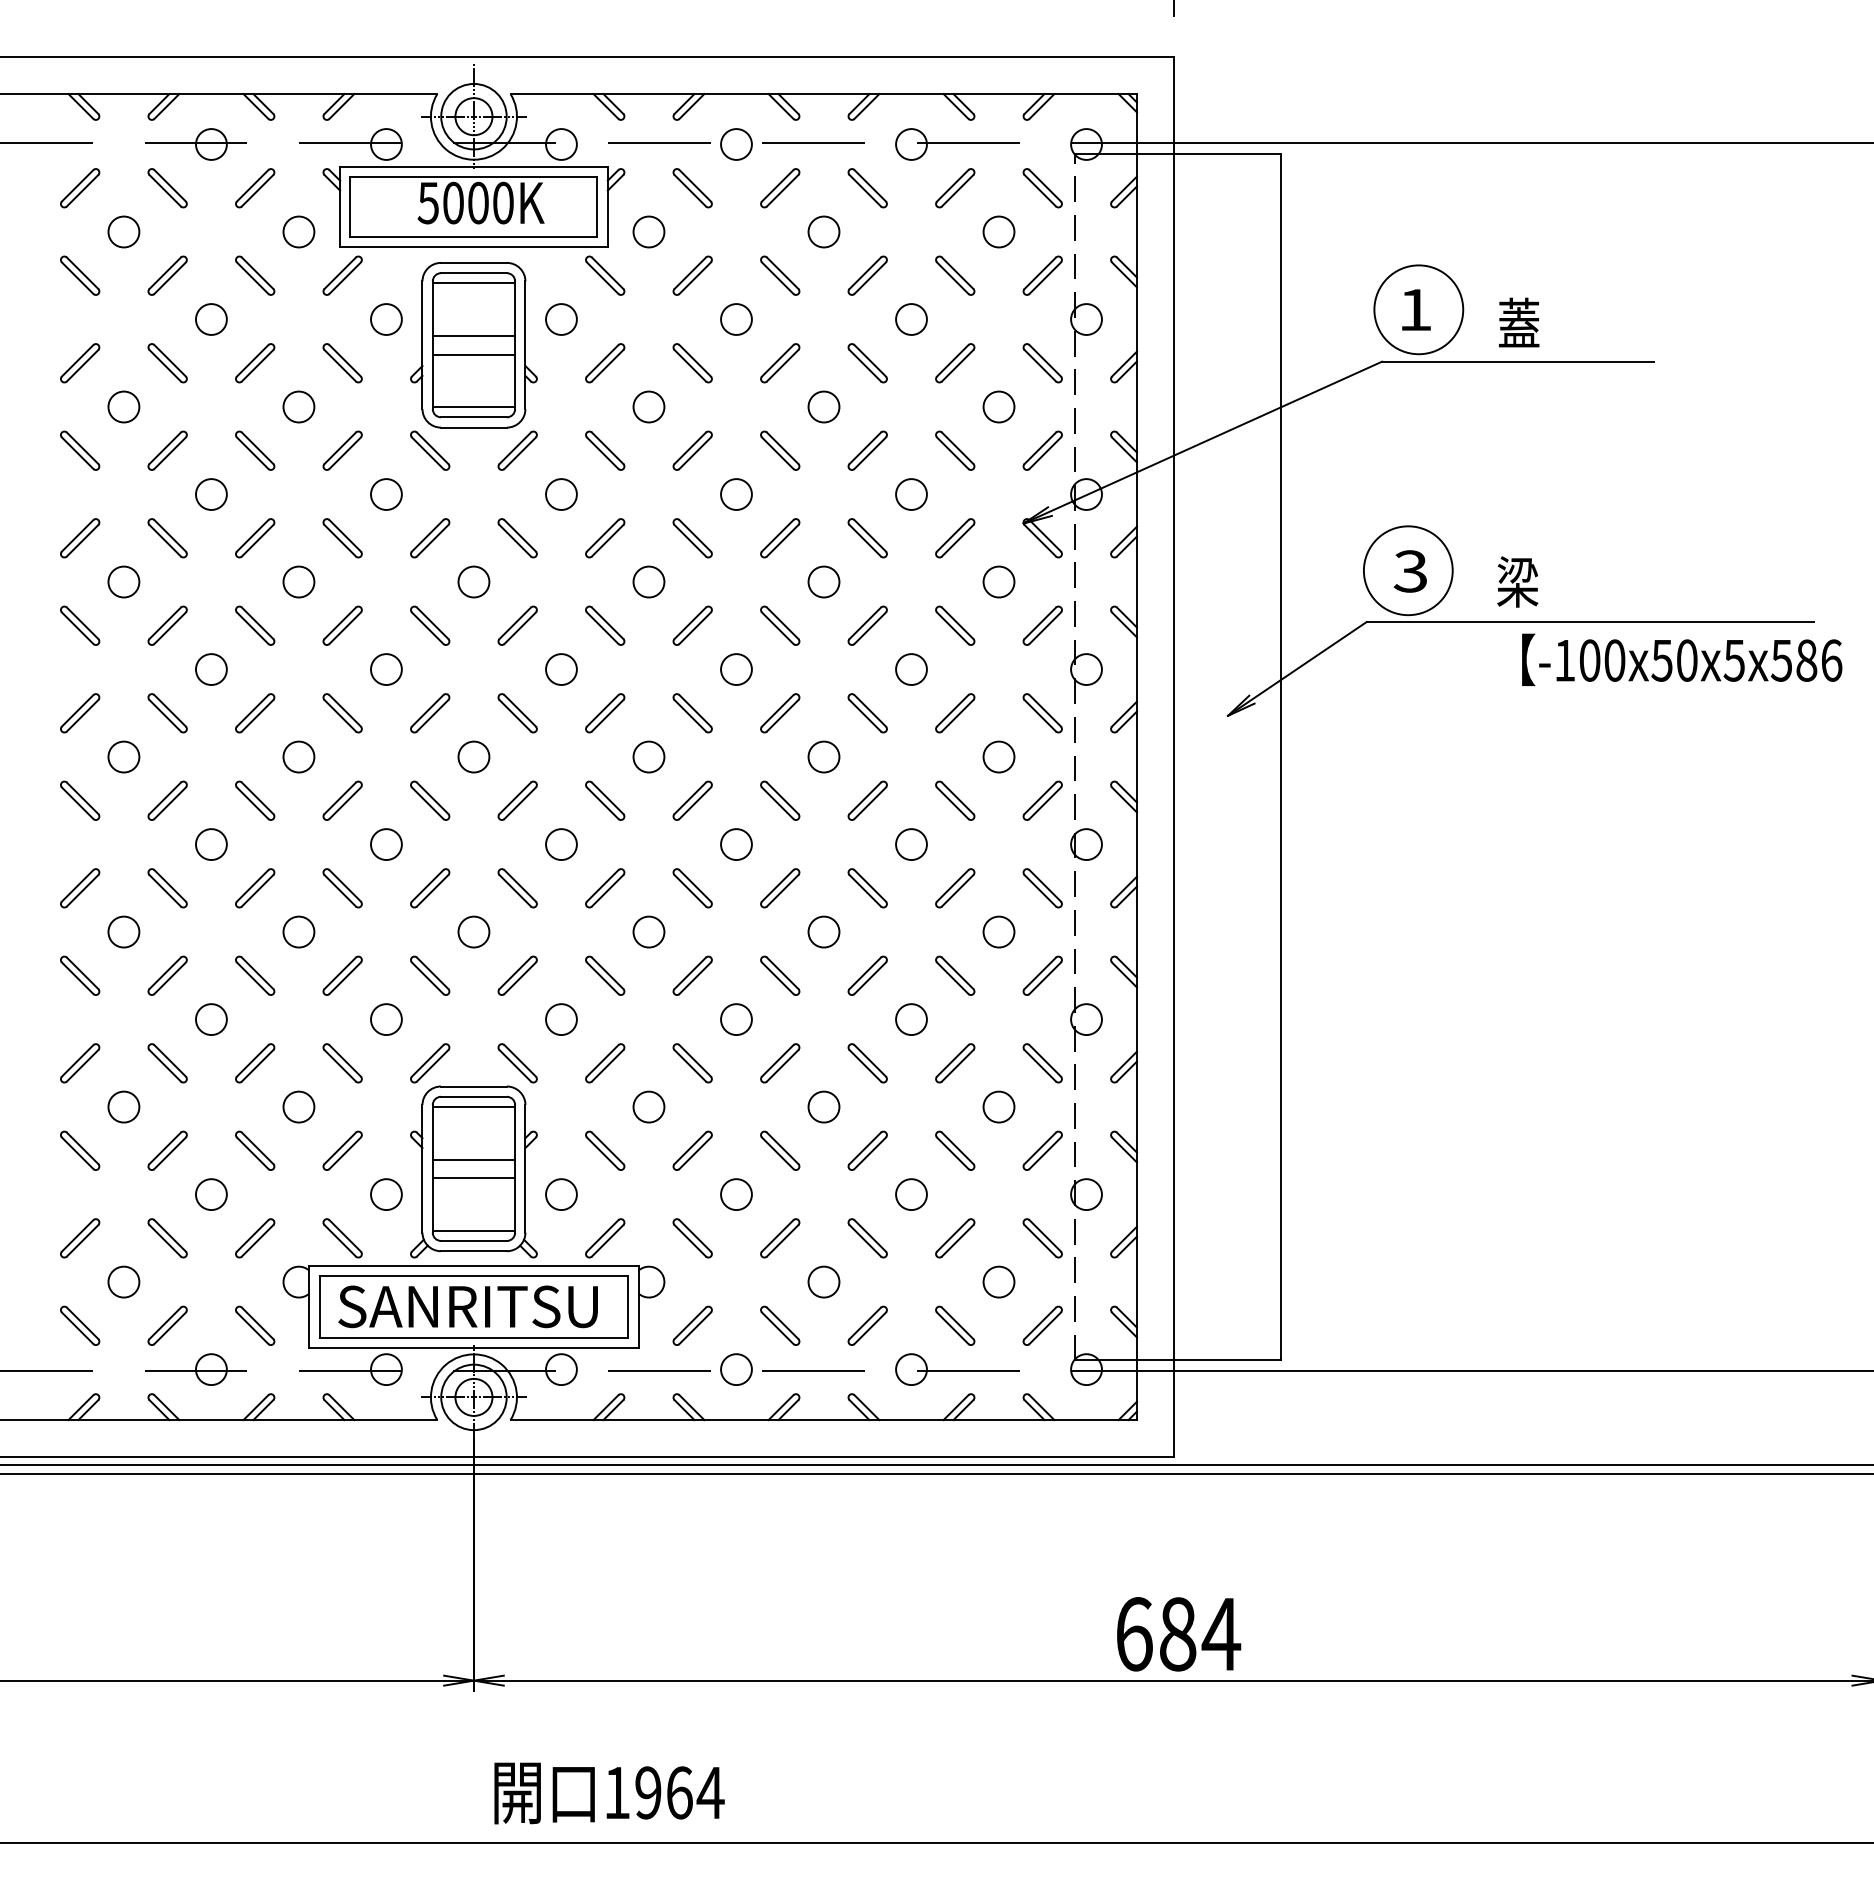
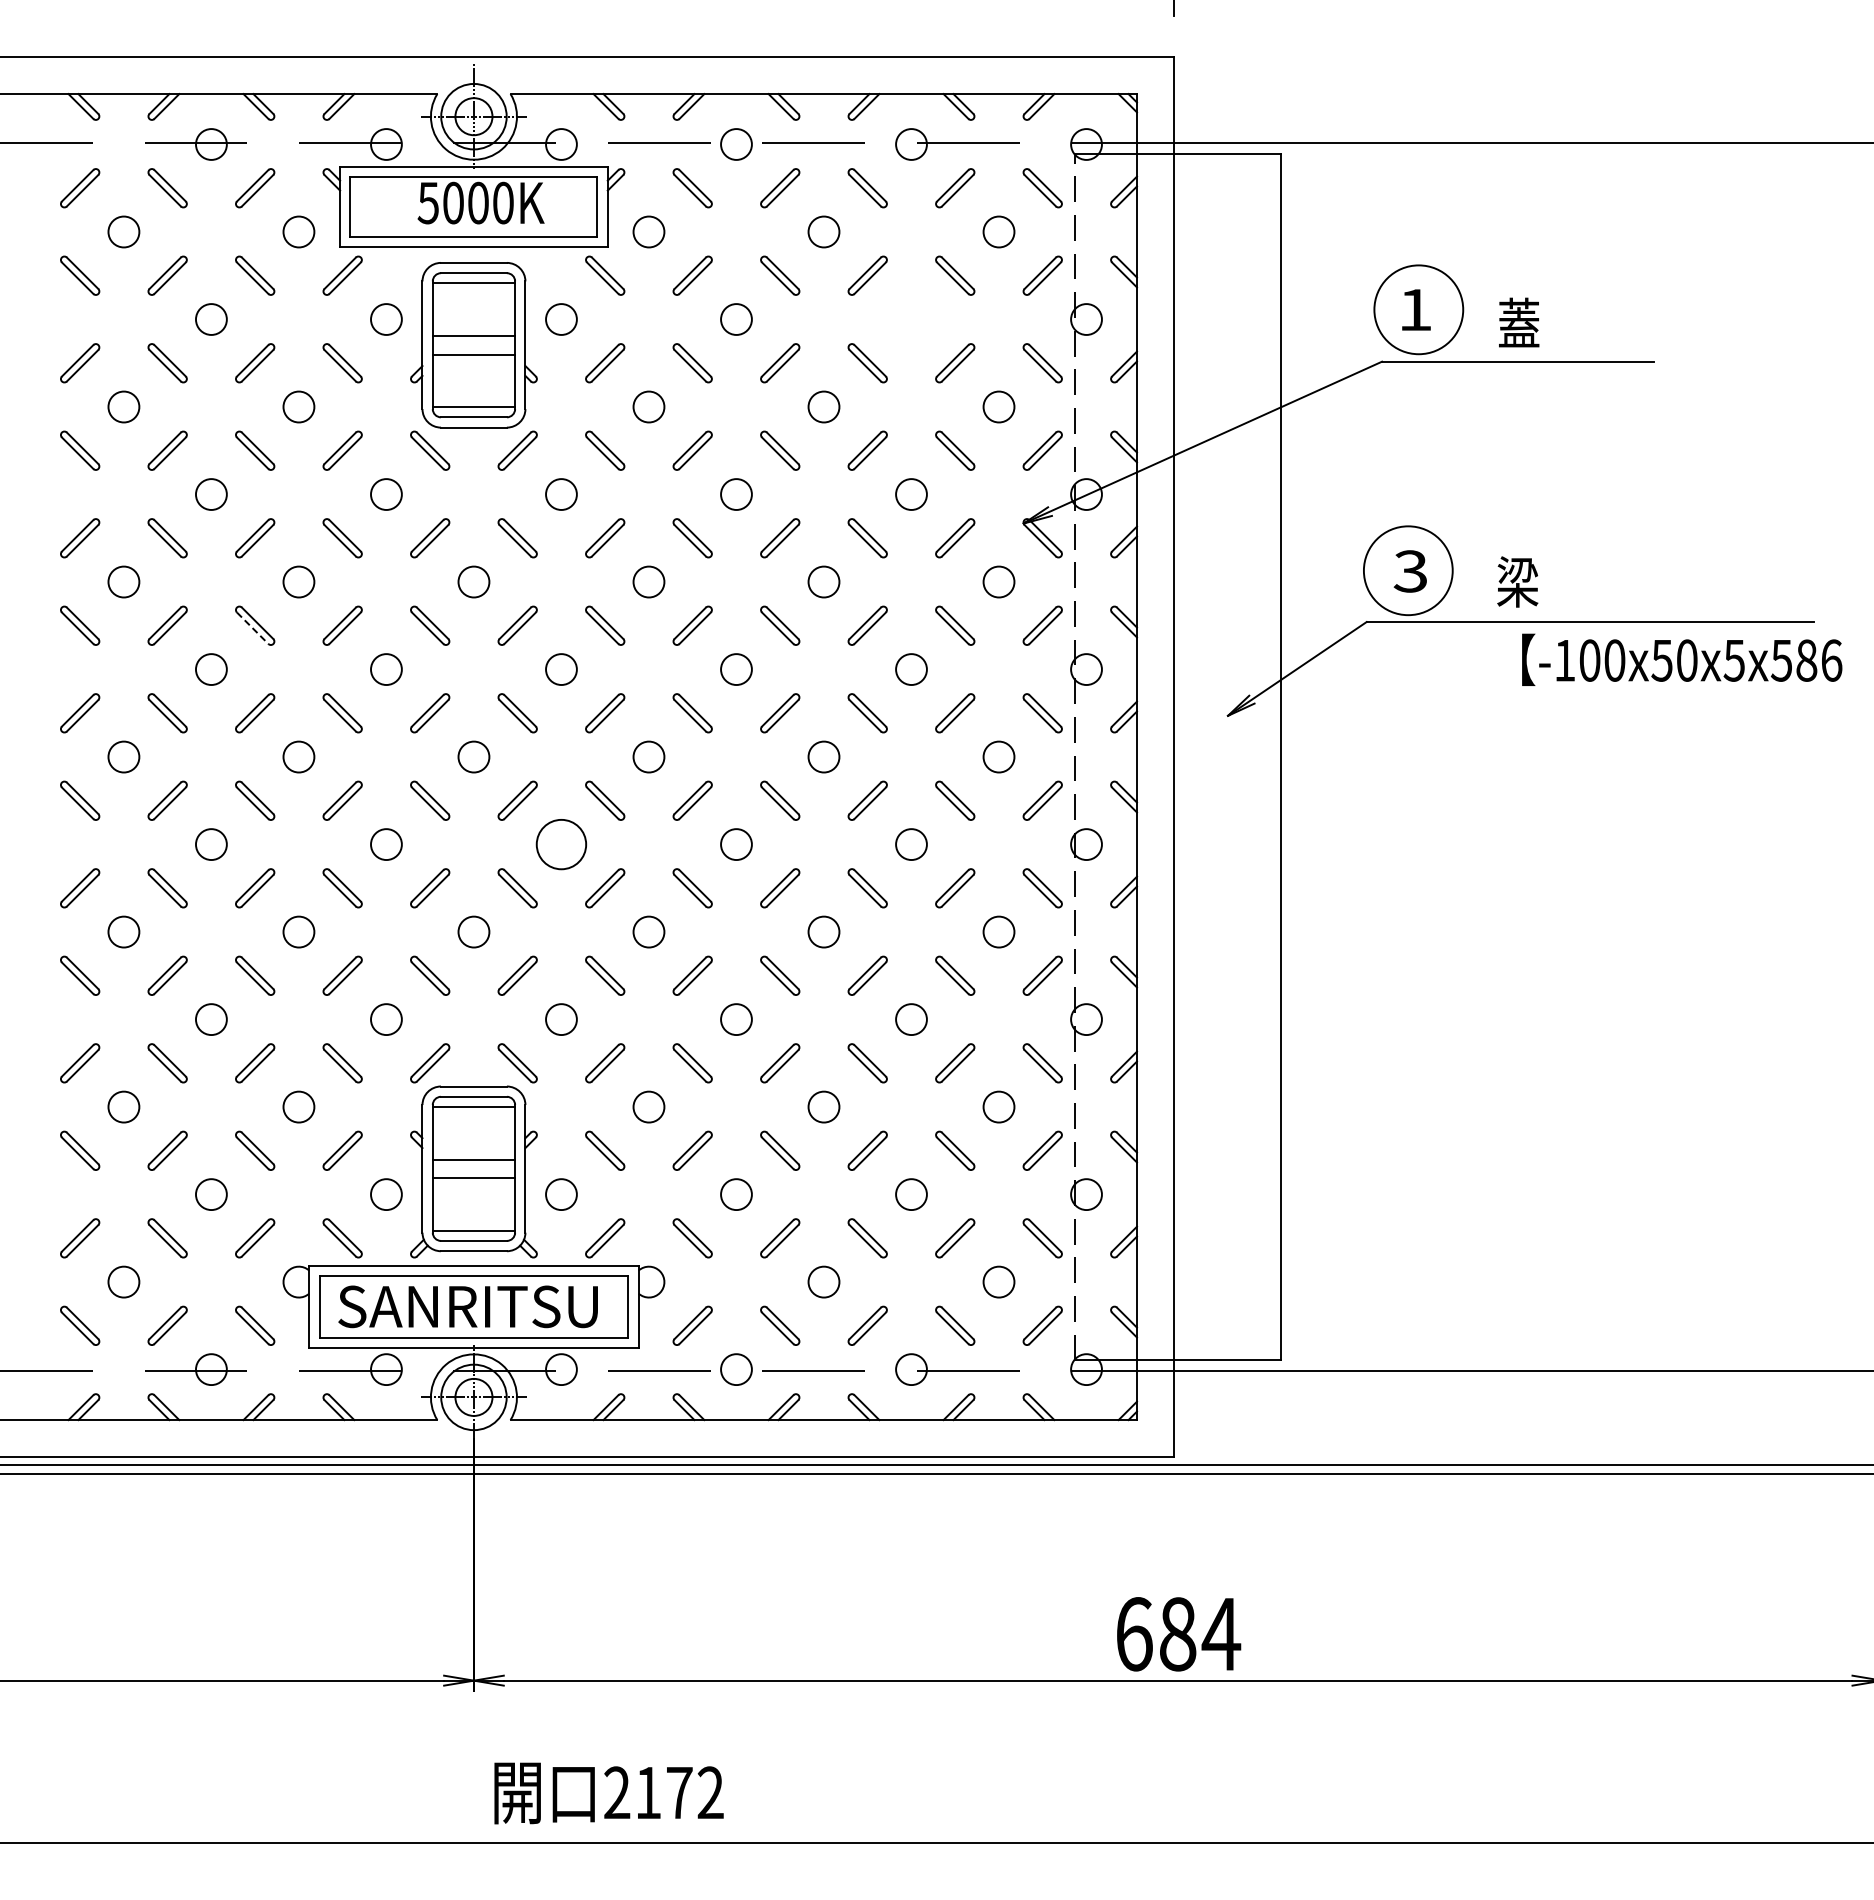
circle at (911, 319): present -> none
line at (253, 628): solid -> dashed
circle at (561, 844) diameter: 31 px -> 49 px
text at (664, 1792): 1964 -> 2172
